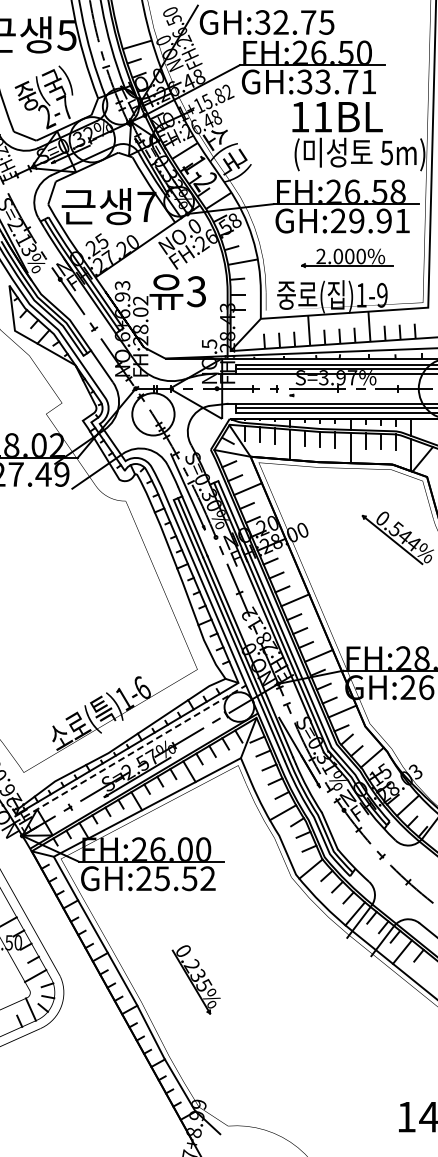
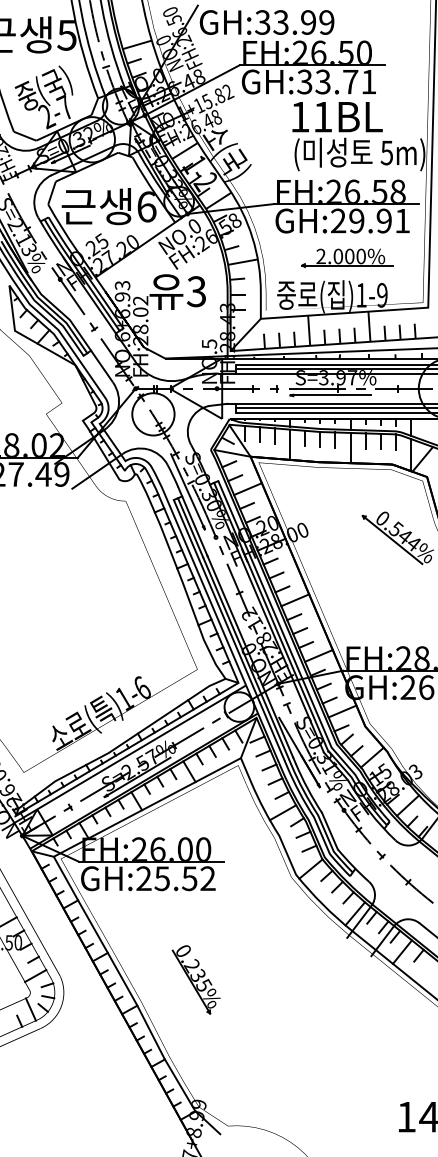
text at (303, 22): GH:32.75 -> GH:33.99
text at (146, 206): 7 -> 6
line at (330, 395): none -> present
line at (130, 754): dashed -> solid
